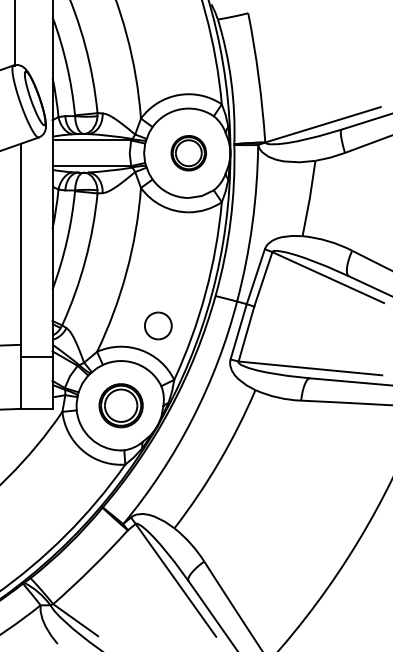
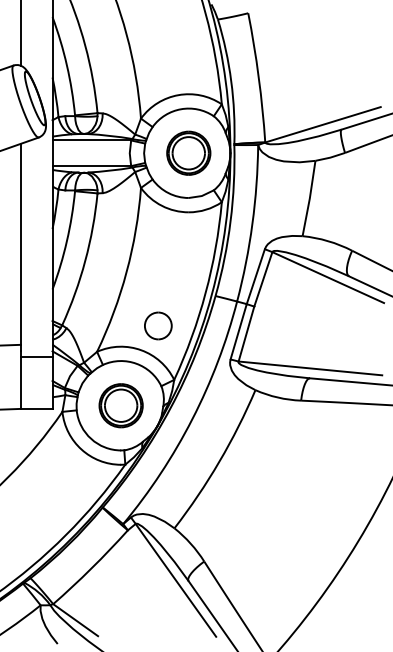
line at (14, 33) position: (14, 33) -> (20, 33)
part at (188, 153) size: 37x37 px -> 46x46 px
